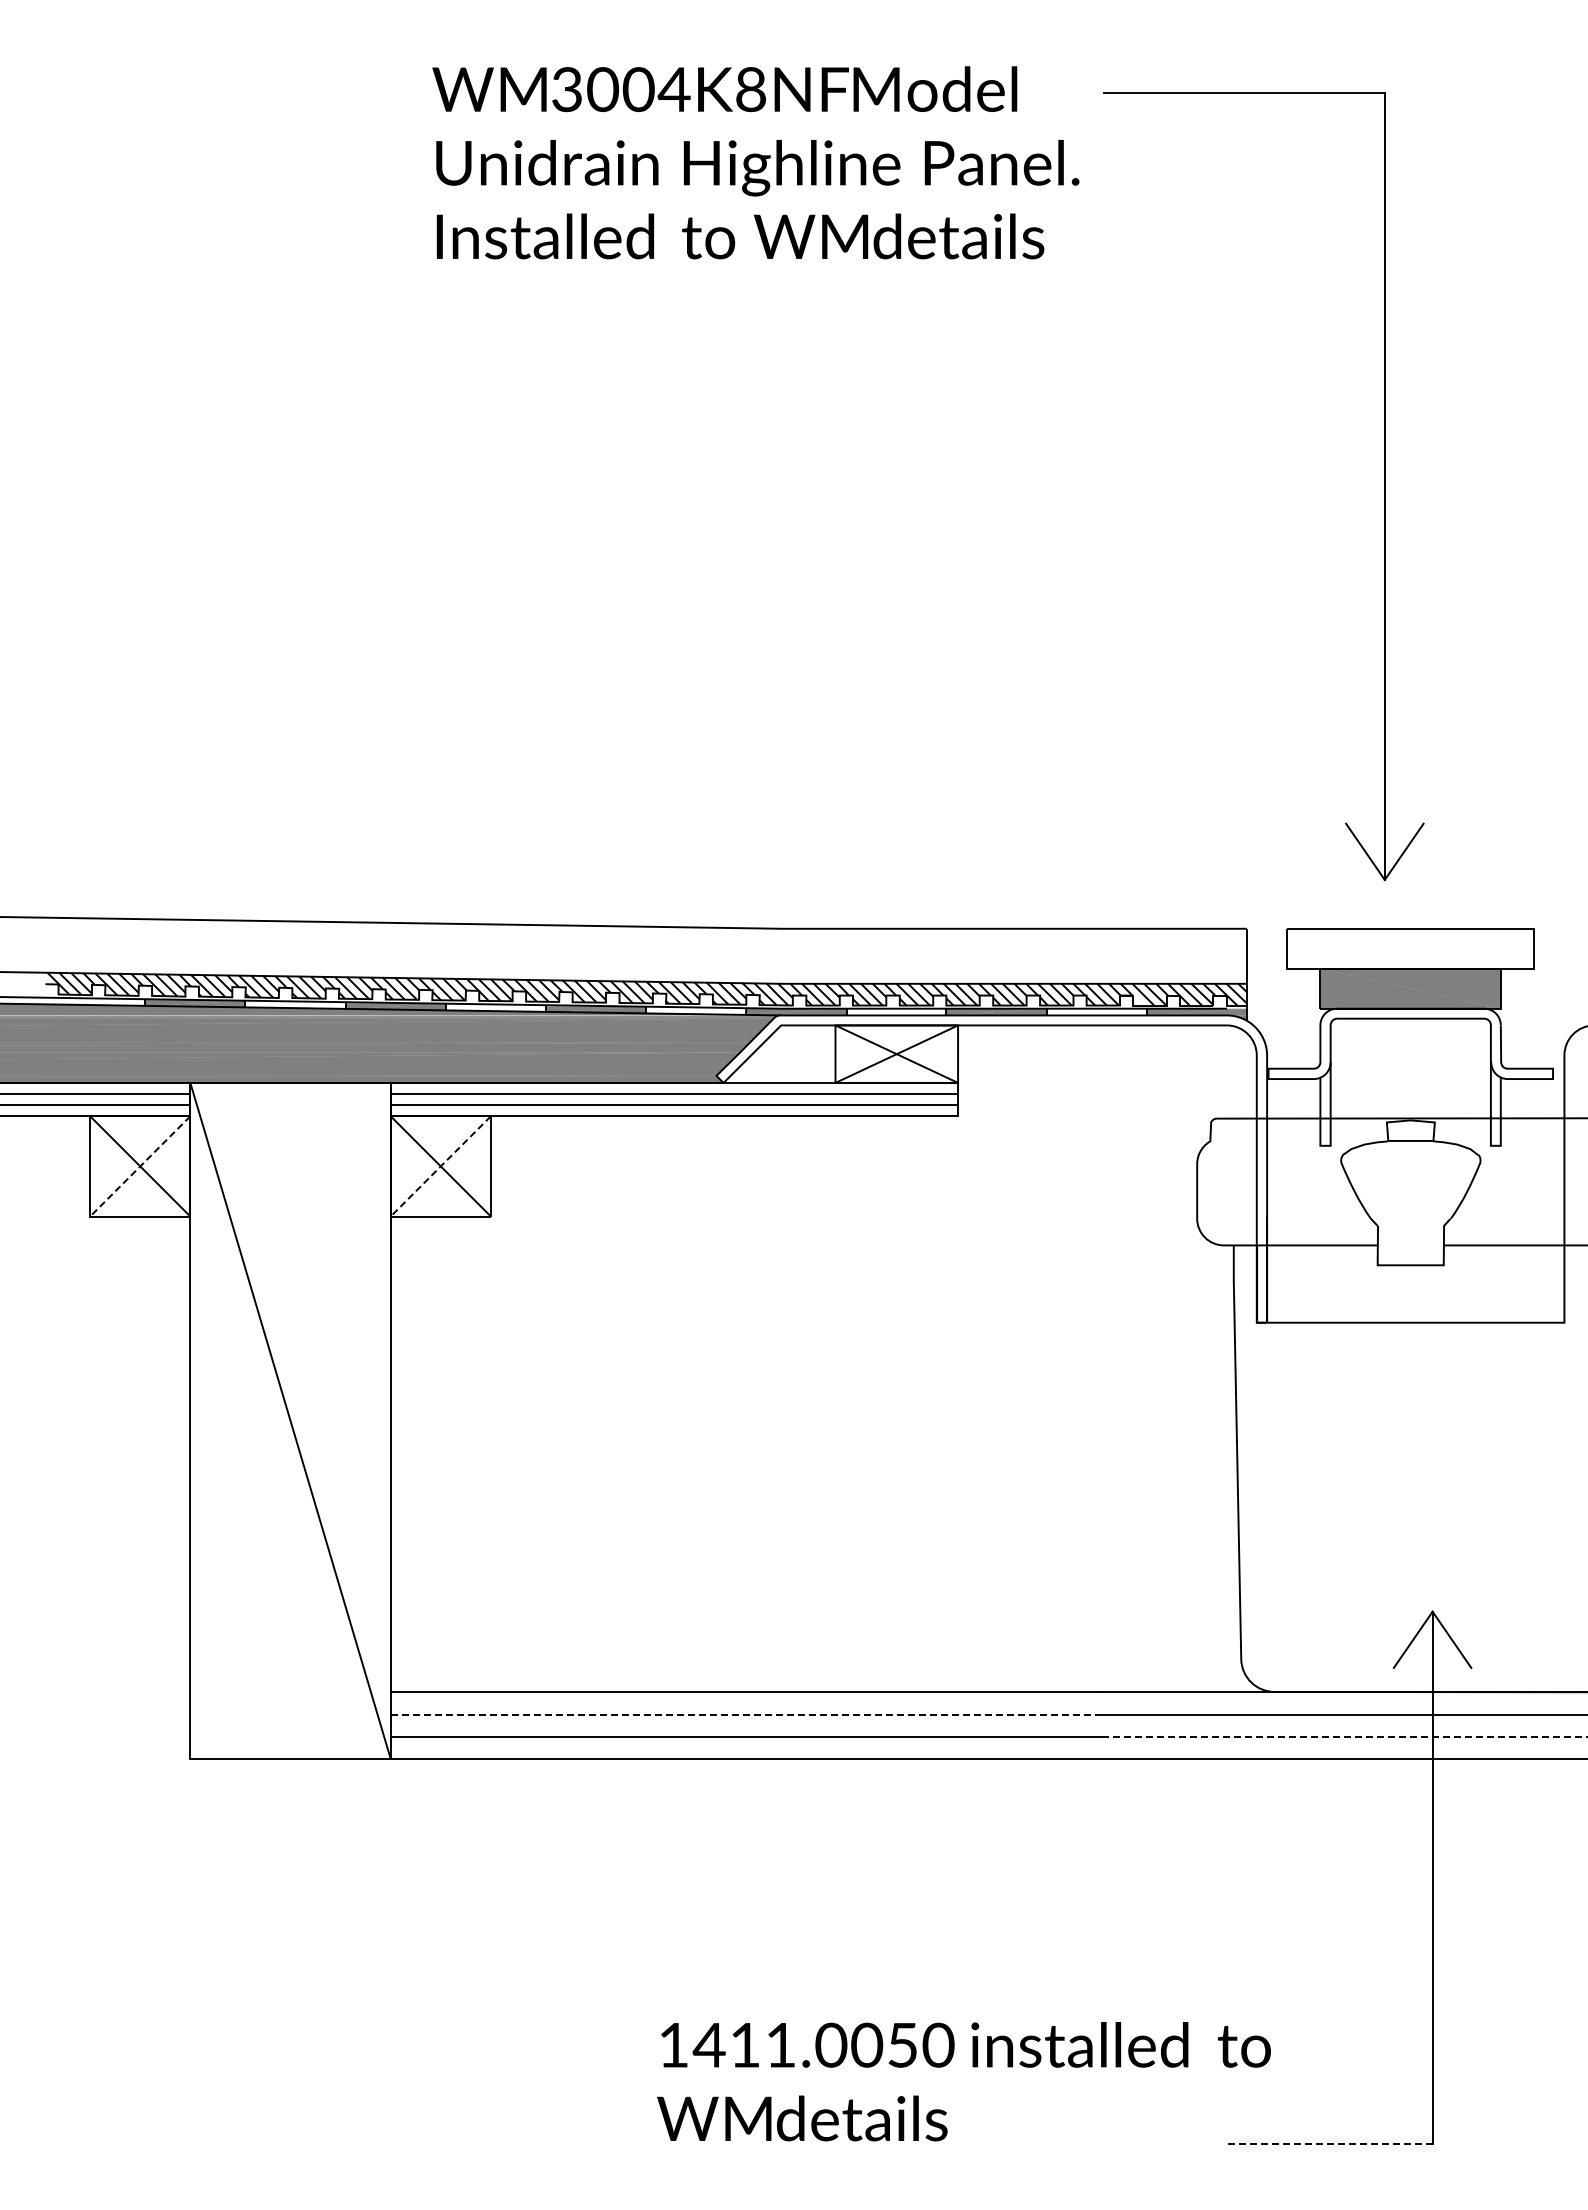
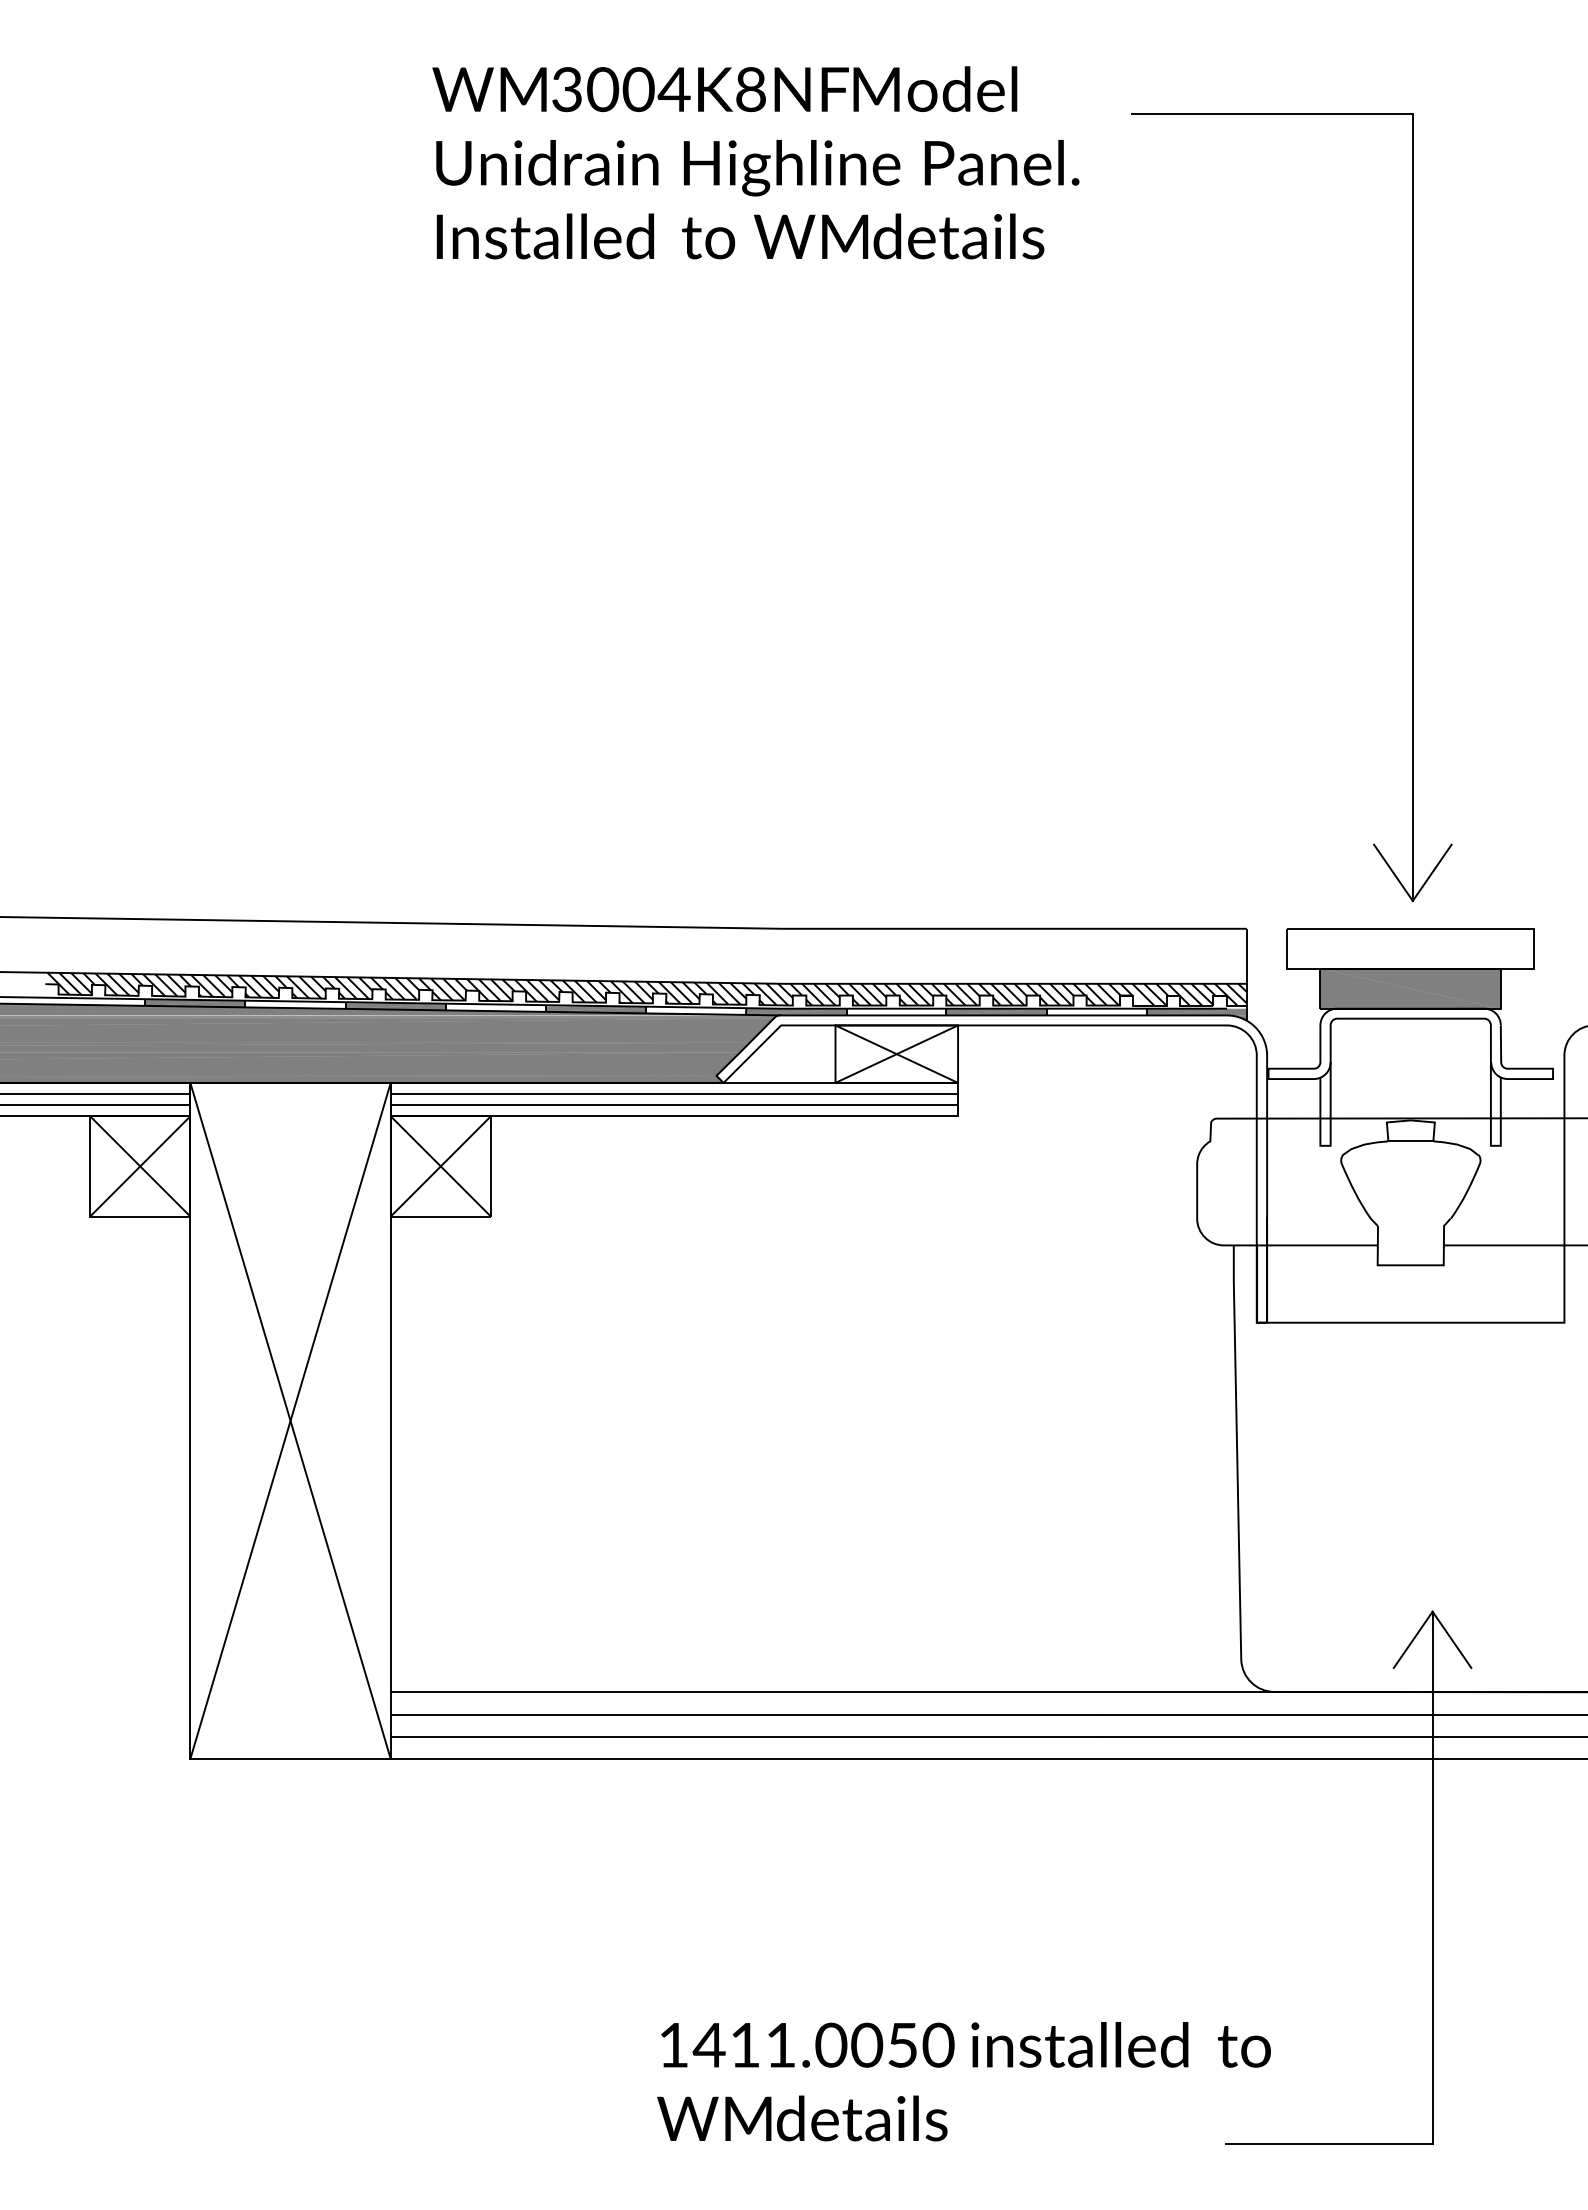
part at (1384, 486) position: (1384, 486) -> (1412, 507)
line at (140, 1166): dashed -> solid
line at (440, 1166): dashed -> solid
line at (290, 1420): none -> present
line at (746, 1714): dashed -> solid
line at (1344, 1736): dashed -> solid
line at (1328, 2143): dashed -> solid
